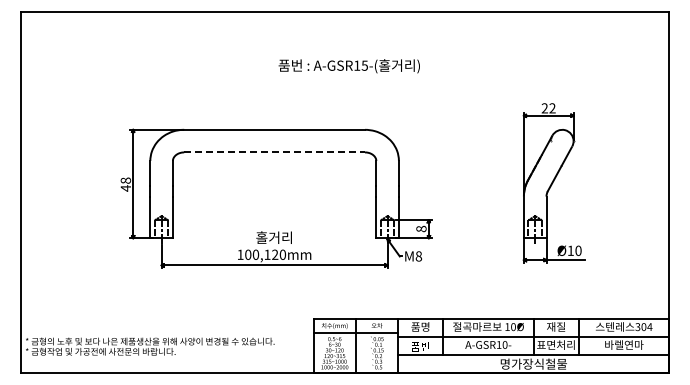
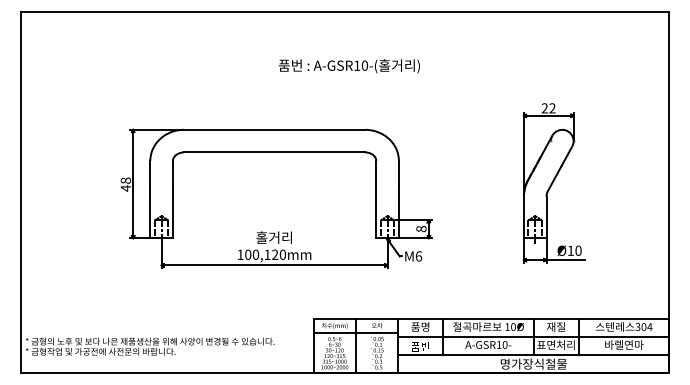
text at (364, 65): A-GSR15-( -> A-GSR10-(
line at (275, 152): dashed -> solid
text at (418, 256): M8 -> M6
